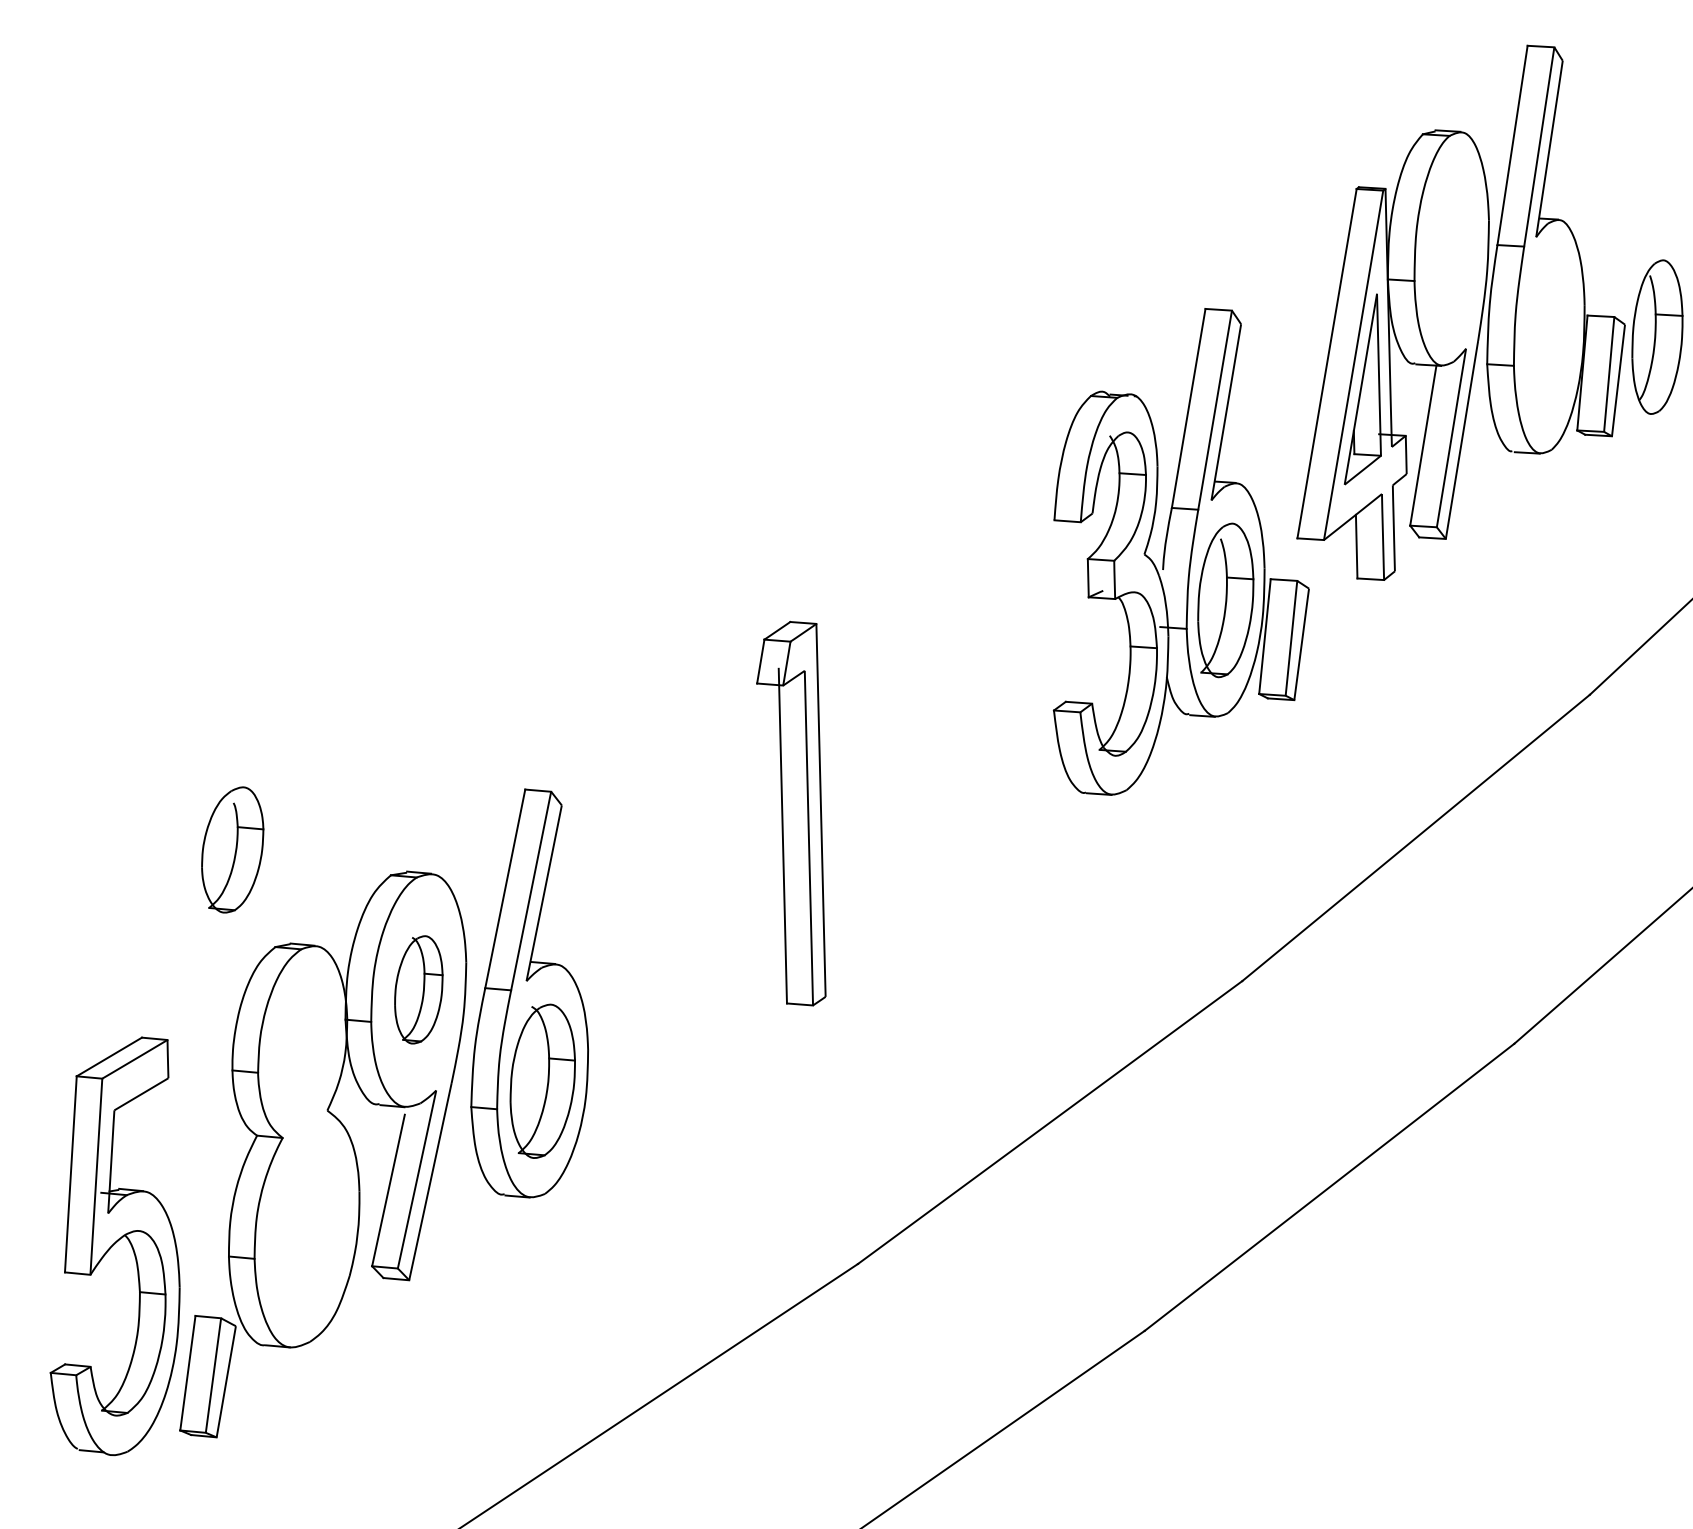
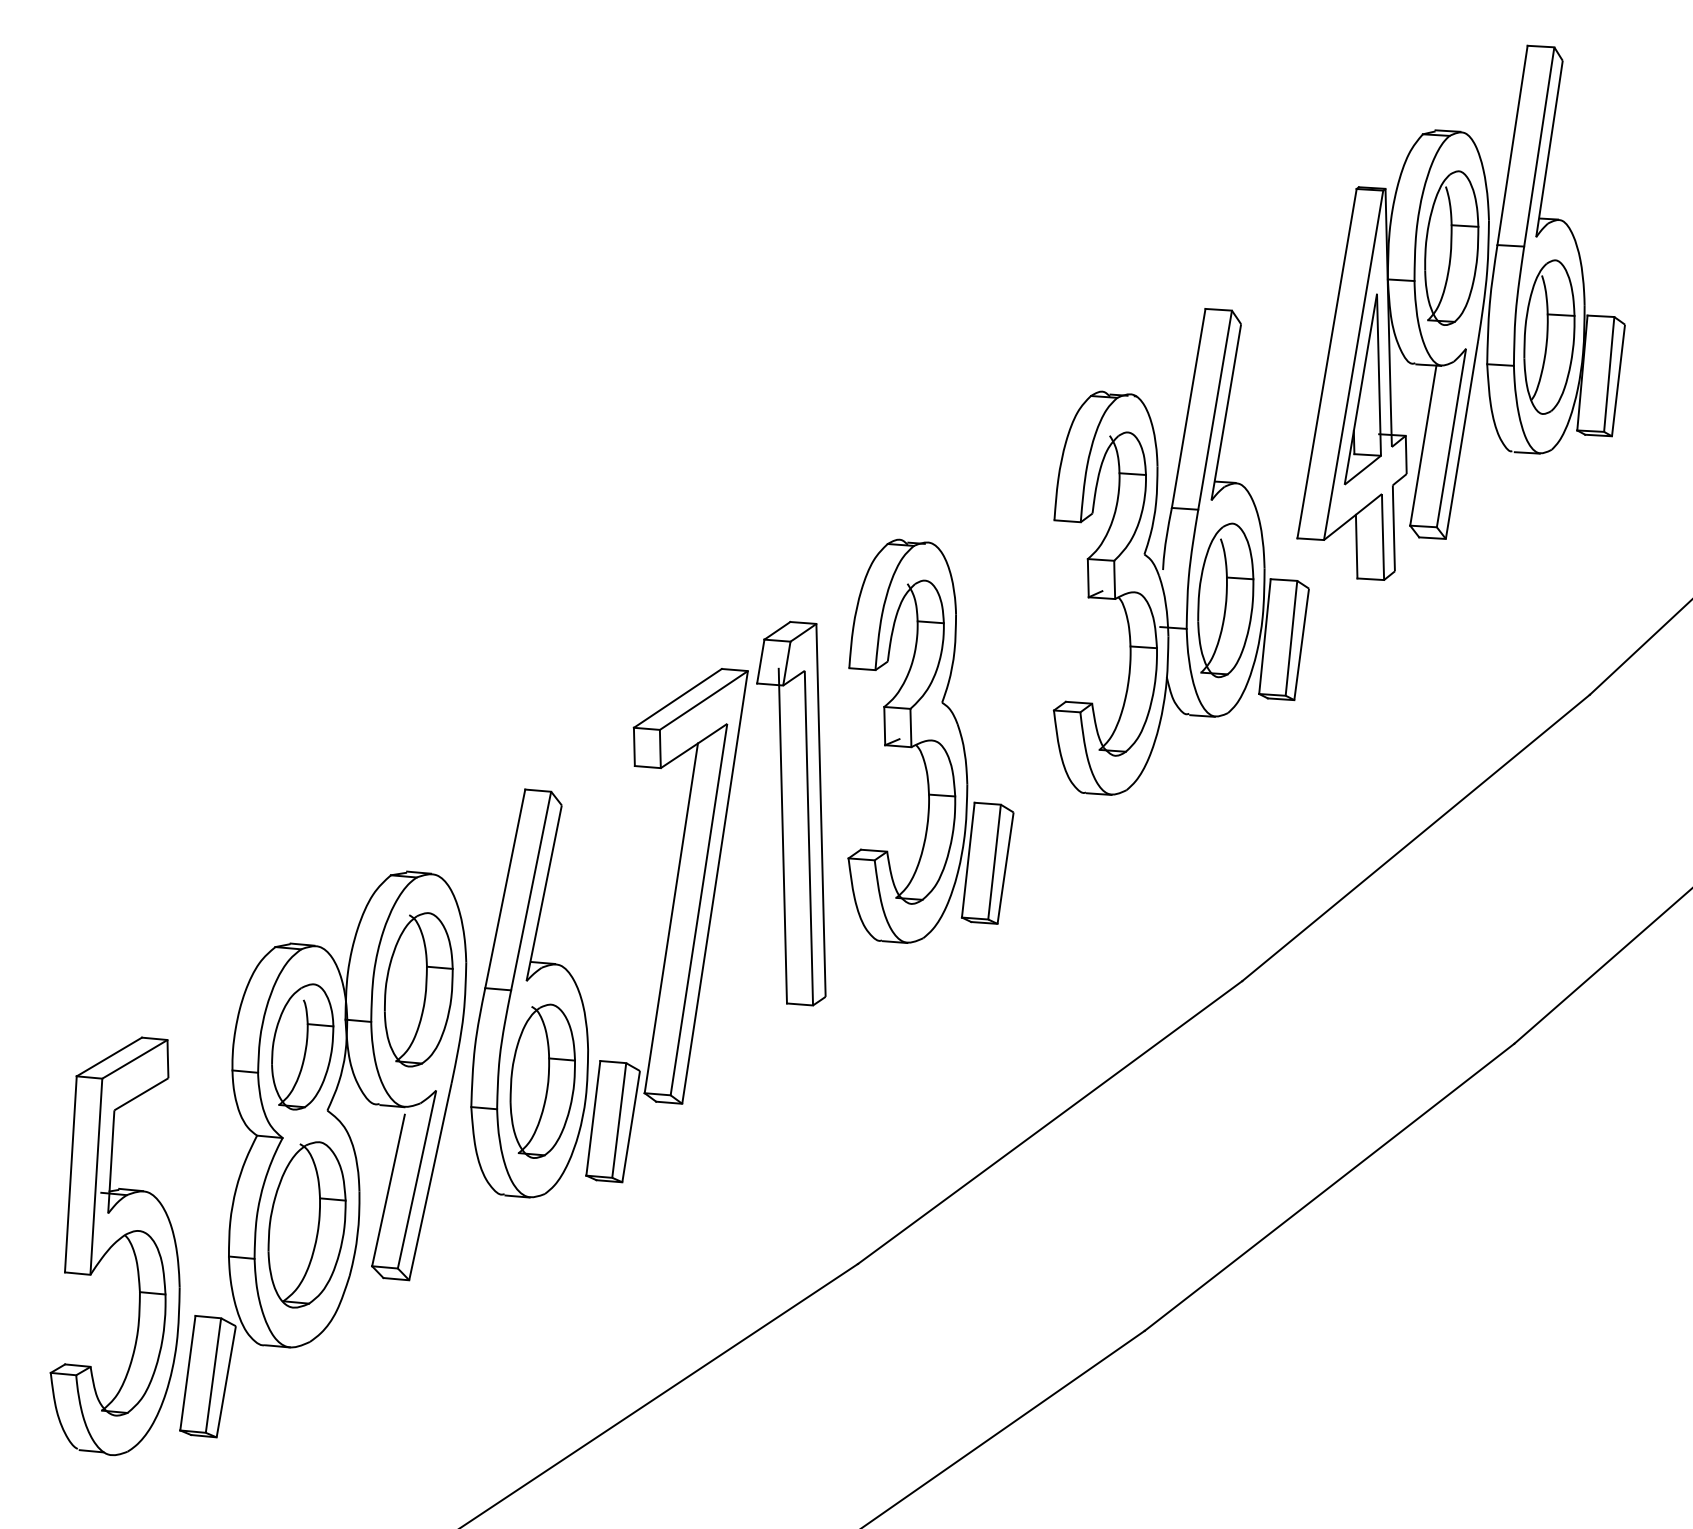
part at (1451, 247): none -> present
part at (1657, 336) position: (1657, 336) -> (1549, 336)
part at (930, 740): none -> present
part at (232, 849) position: (232, 849) -> (302, 1046)
part at (666, 925): none -> present
part at (418, 989) size: 50x110 px -> 70x156 px
part at (306, 1224): none -> present
